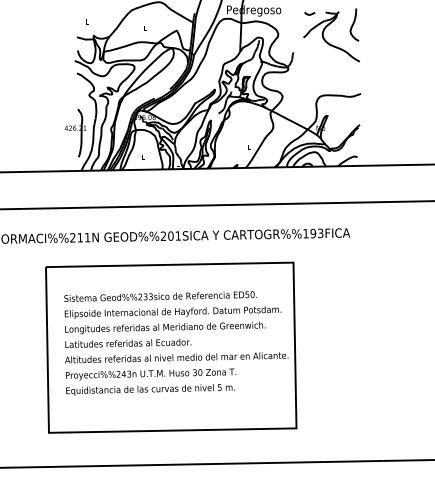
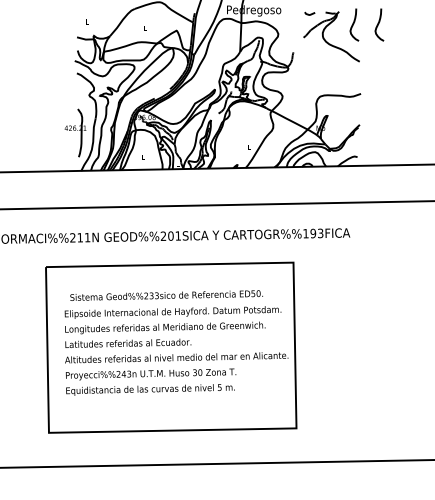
curve at (379, 23): none -> present
text at (160, 296) position: (160, 296) -> (166, 295)
